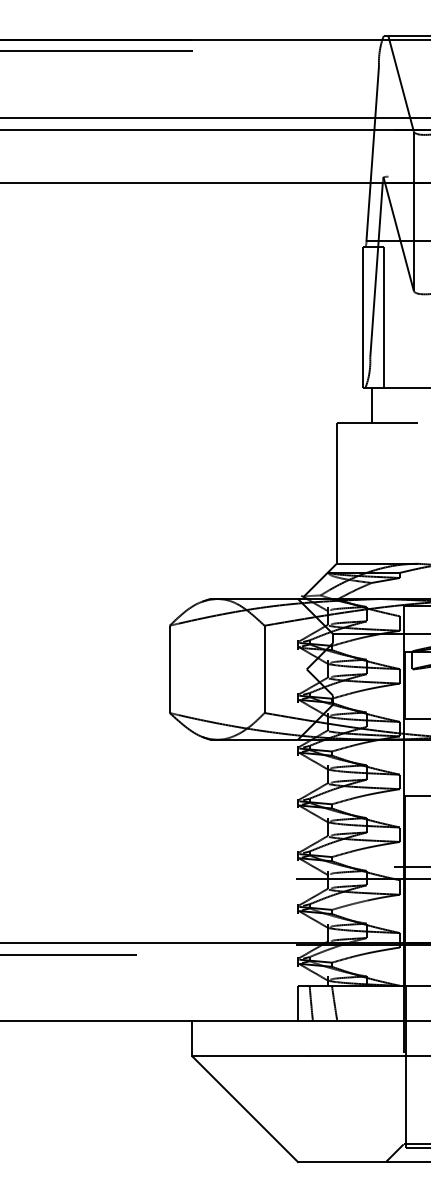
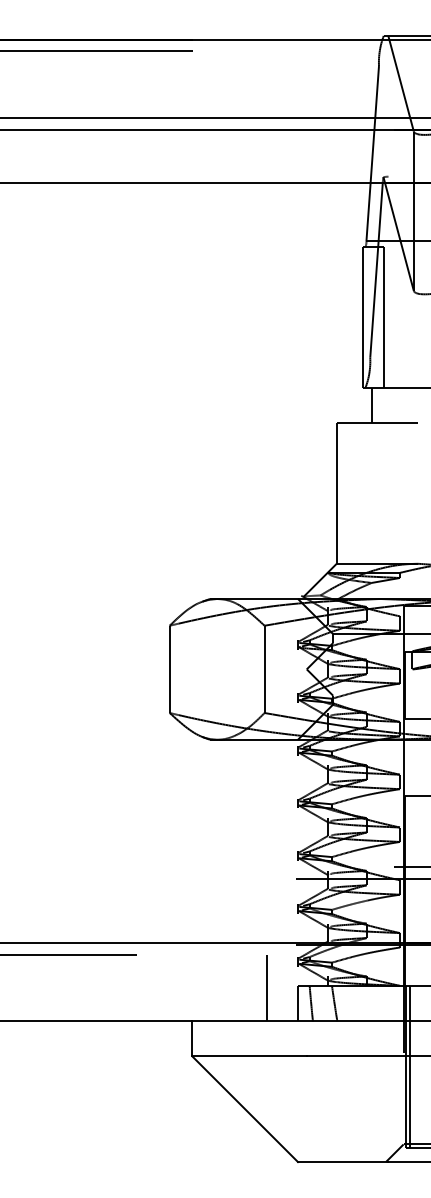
line at (267, 987): none -> present
line at (410, 1066): none -> present
